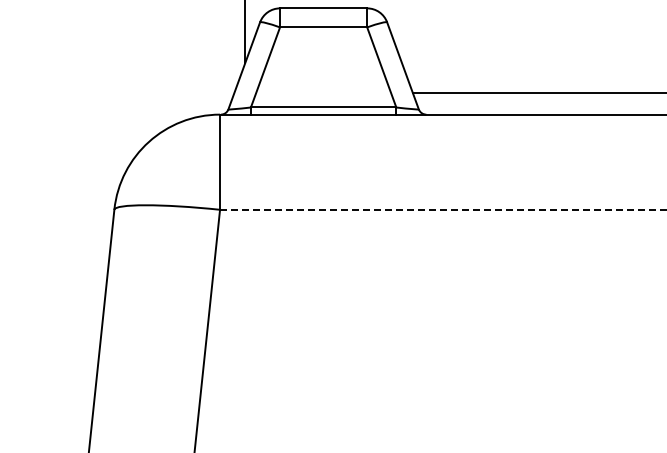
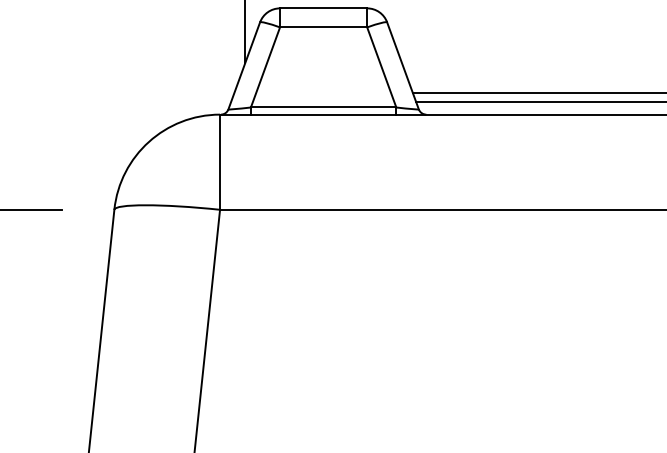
line at (539, 102): none -> present
line at (31, 209): none -> present
line at (443, 209): dashed -> solid
